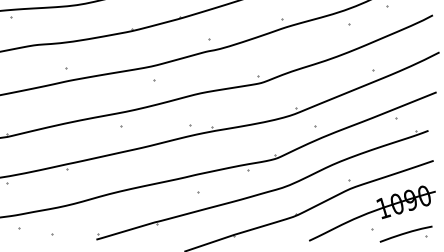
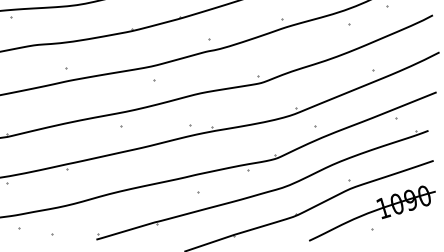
part at (405, 233): present -> none
